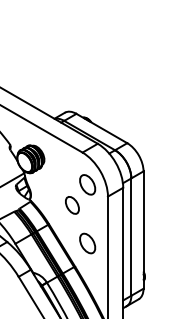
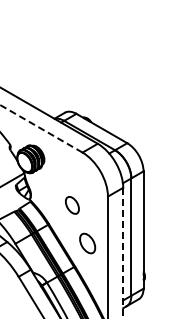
line at (41, 128): solid -> dashed
part at (87, 184): present -> none
line at (123, 253): solid -> dashed
